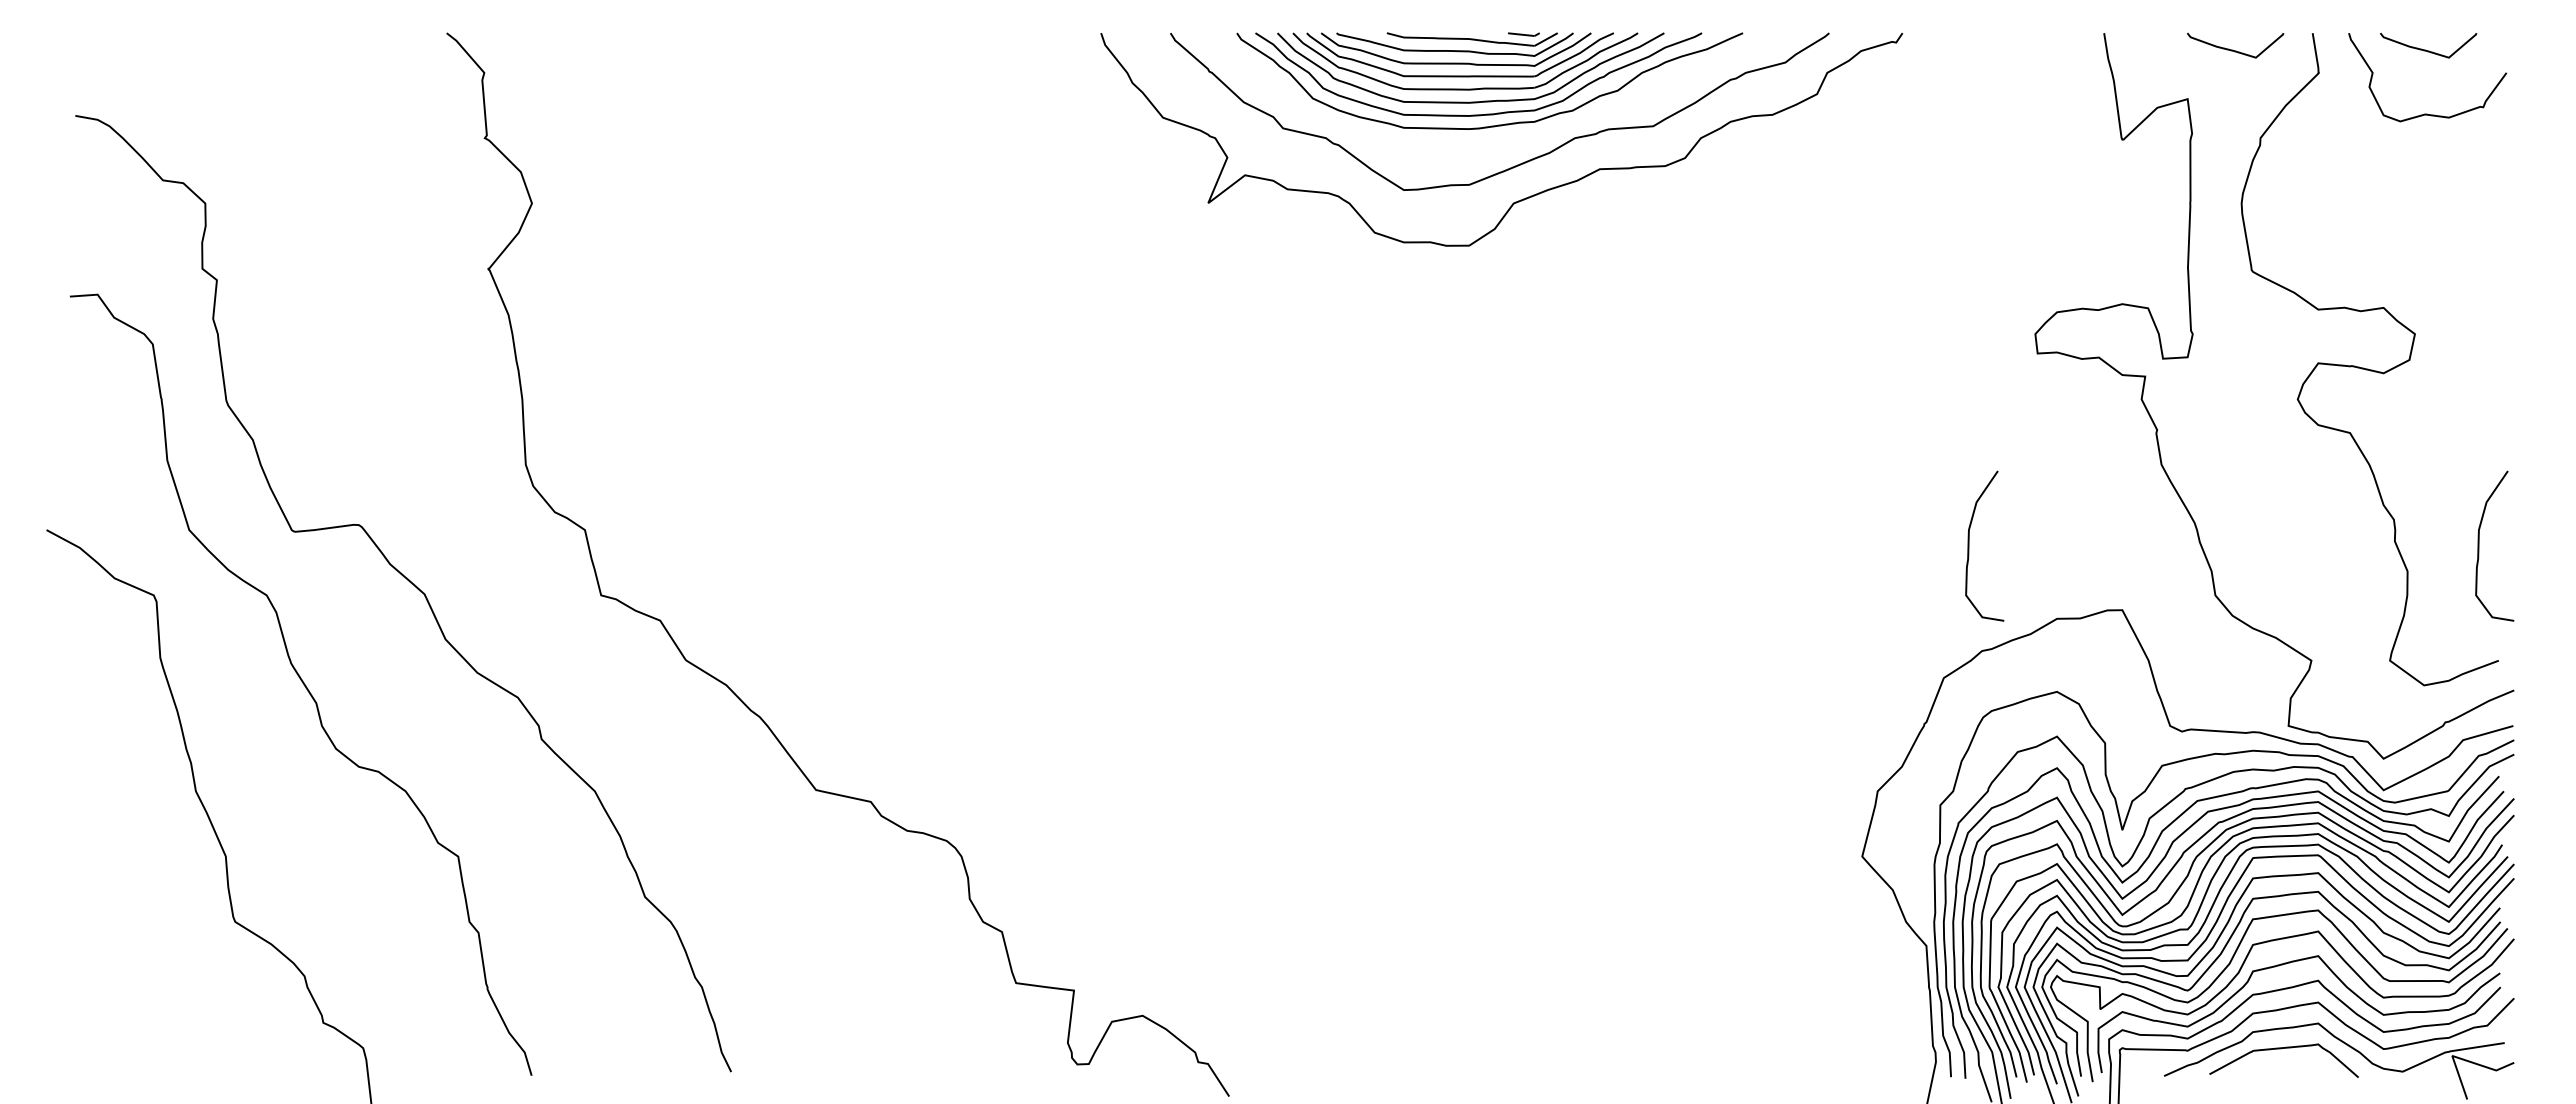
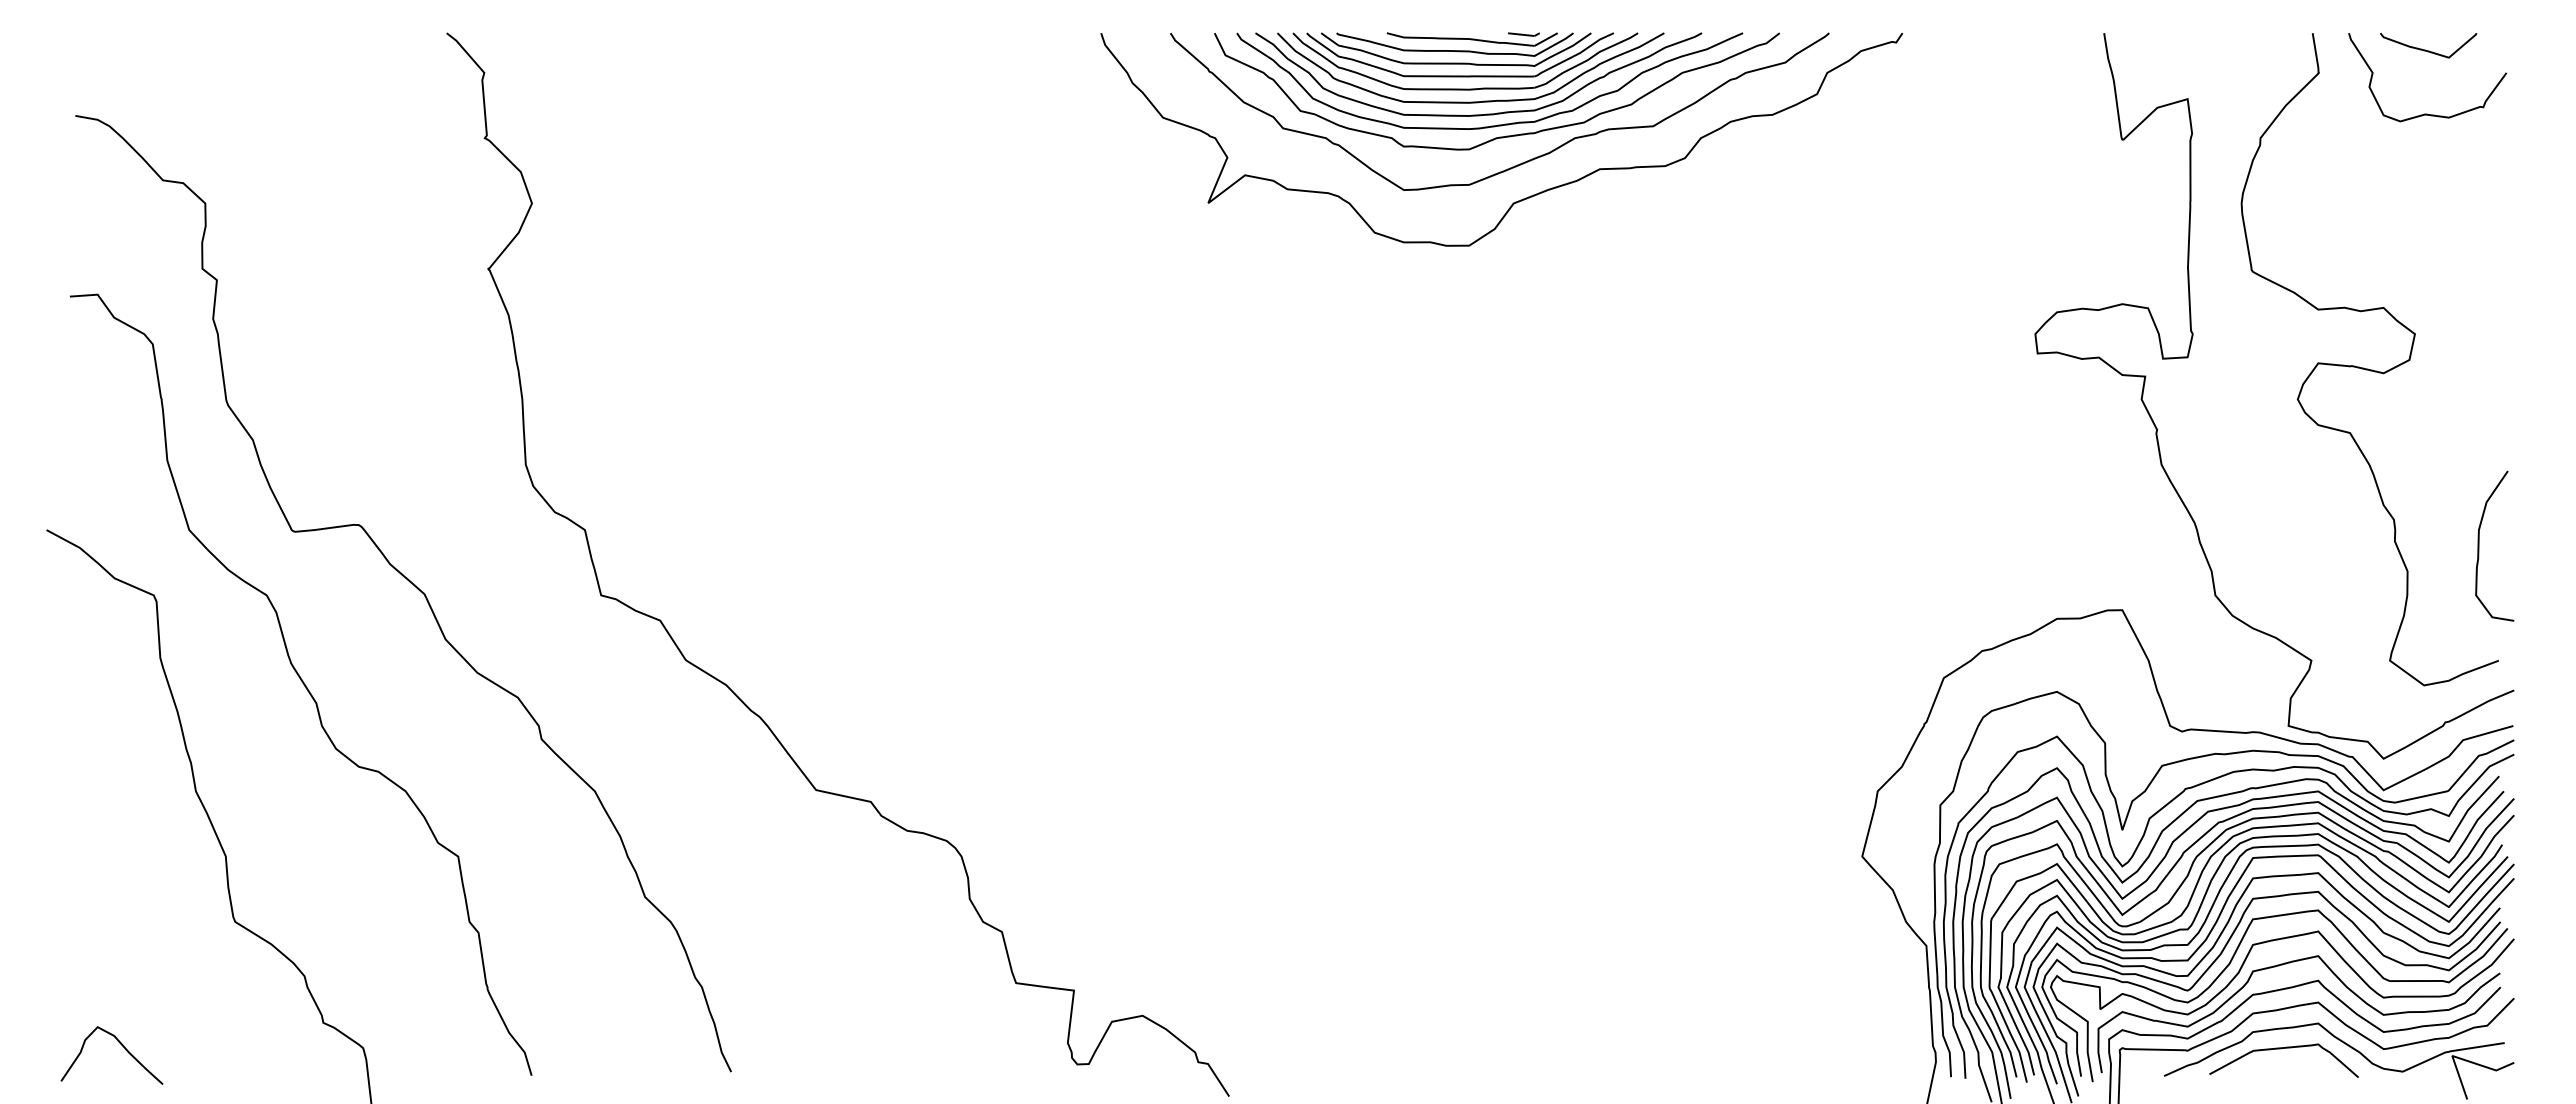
curve at (2232, 49): present -> none
curve at (1499, 136): none -> present
curve at (1969, 545): present -> none
curve at (121, 1045): none -> present
